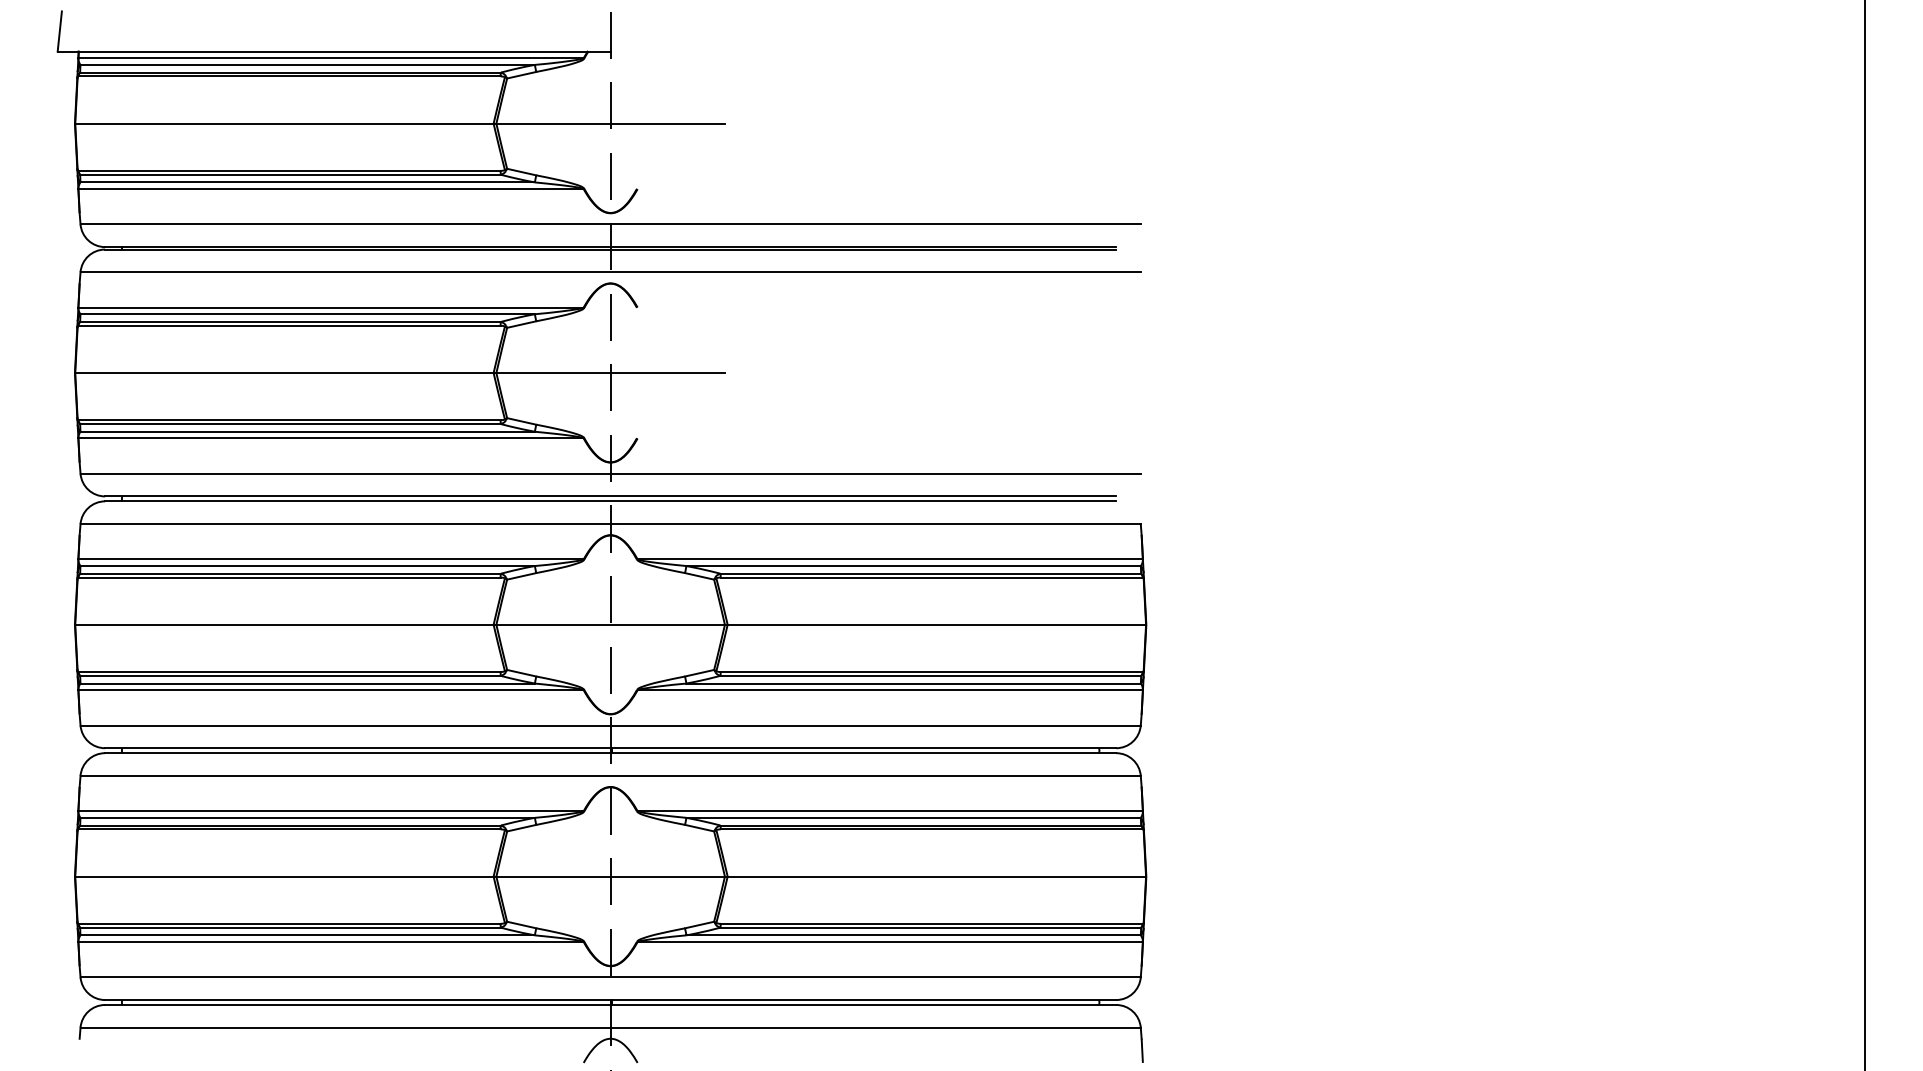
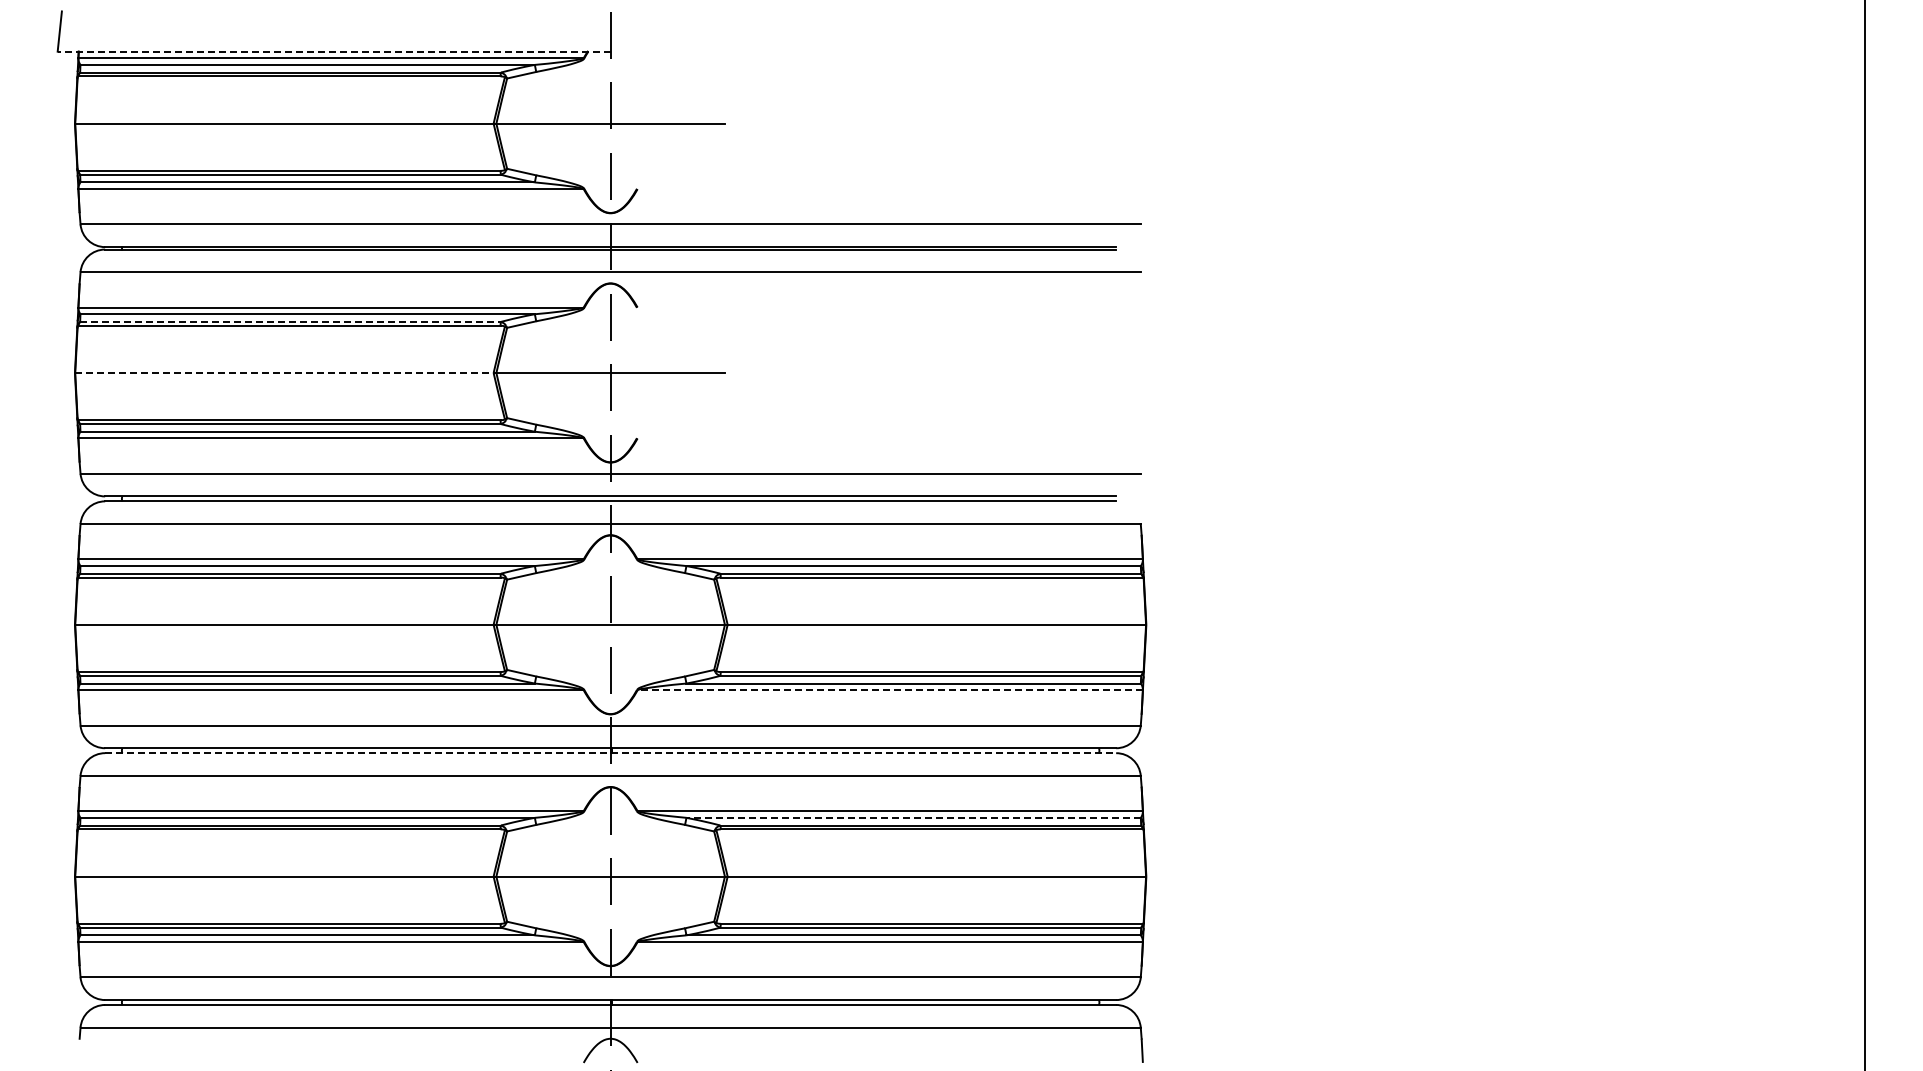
line at (333, 51): solid -> dashed
line at (291, 321): solid -> dashed
line at (284, 373): solid -> dashed
line at (890, 690): solid -> dashed
line at (610, 753): solid -> dashed
line at (913, 817): solid -> dashed
